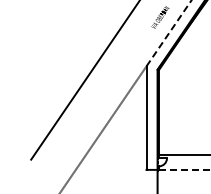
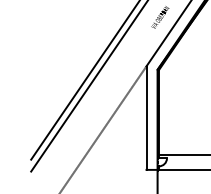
line at (169, 33): dashed -> solid
line at (88, 86): none -> present
line at (184, 169): dashed -> solid
